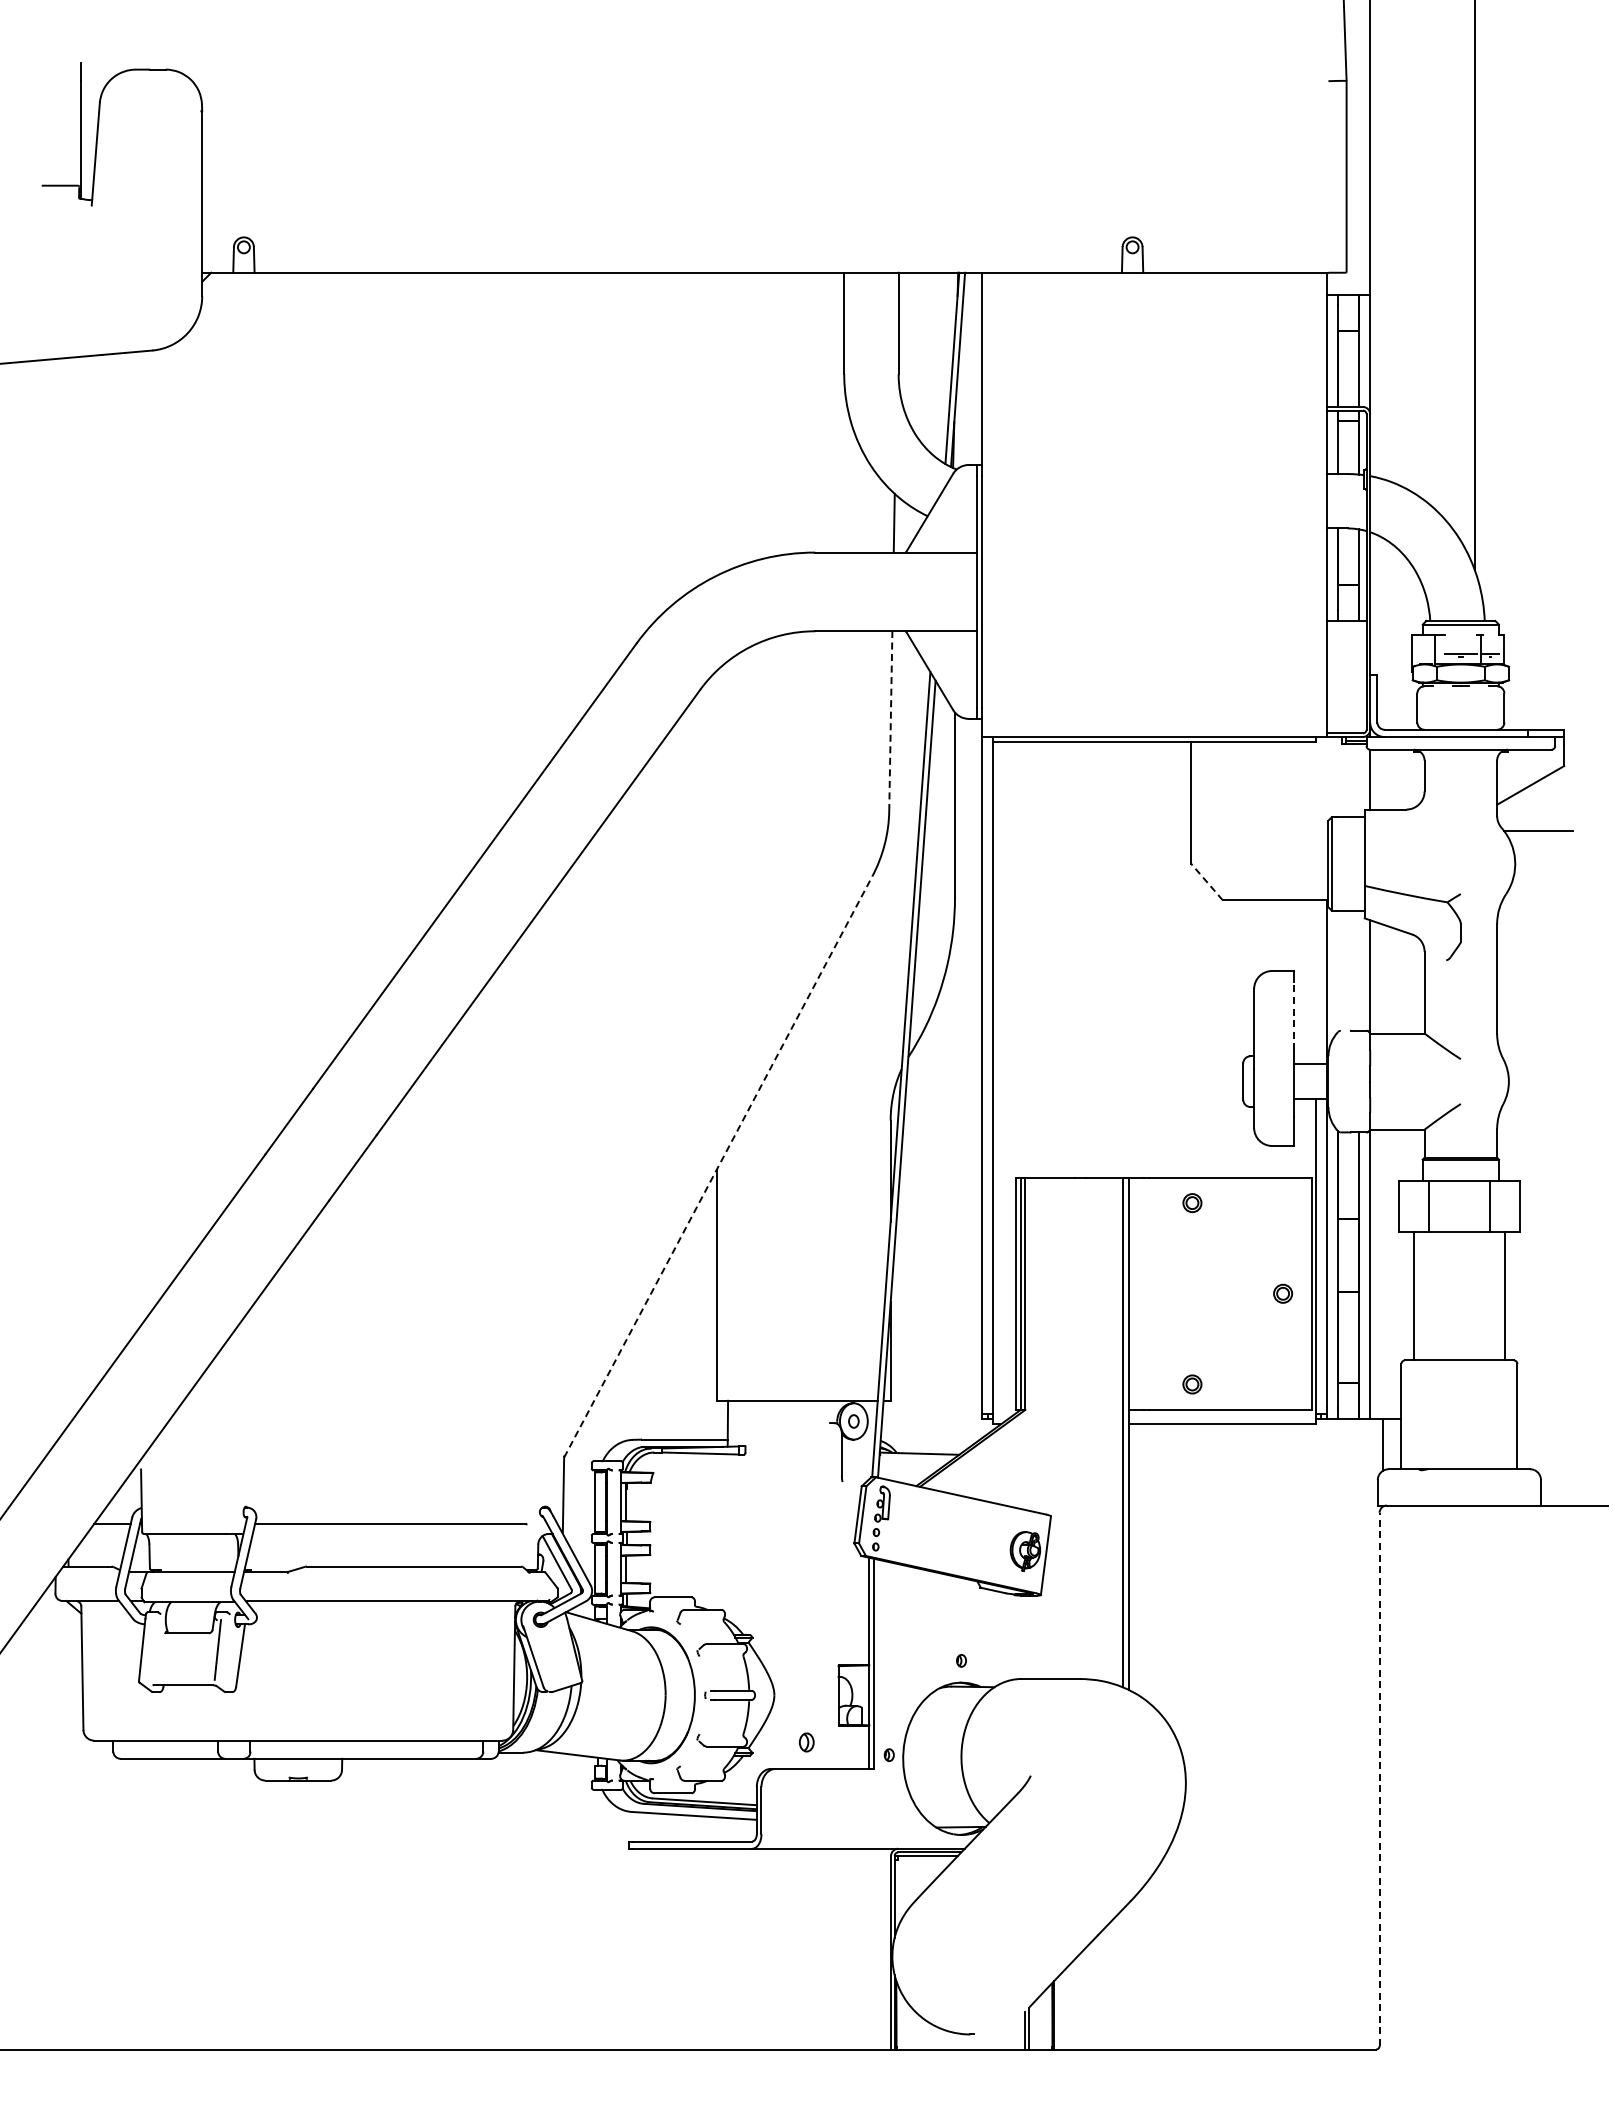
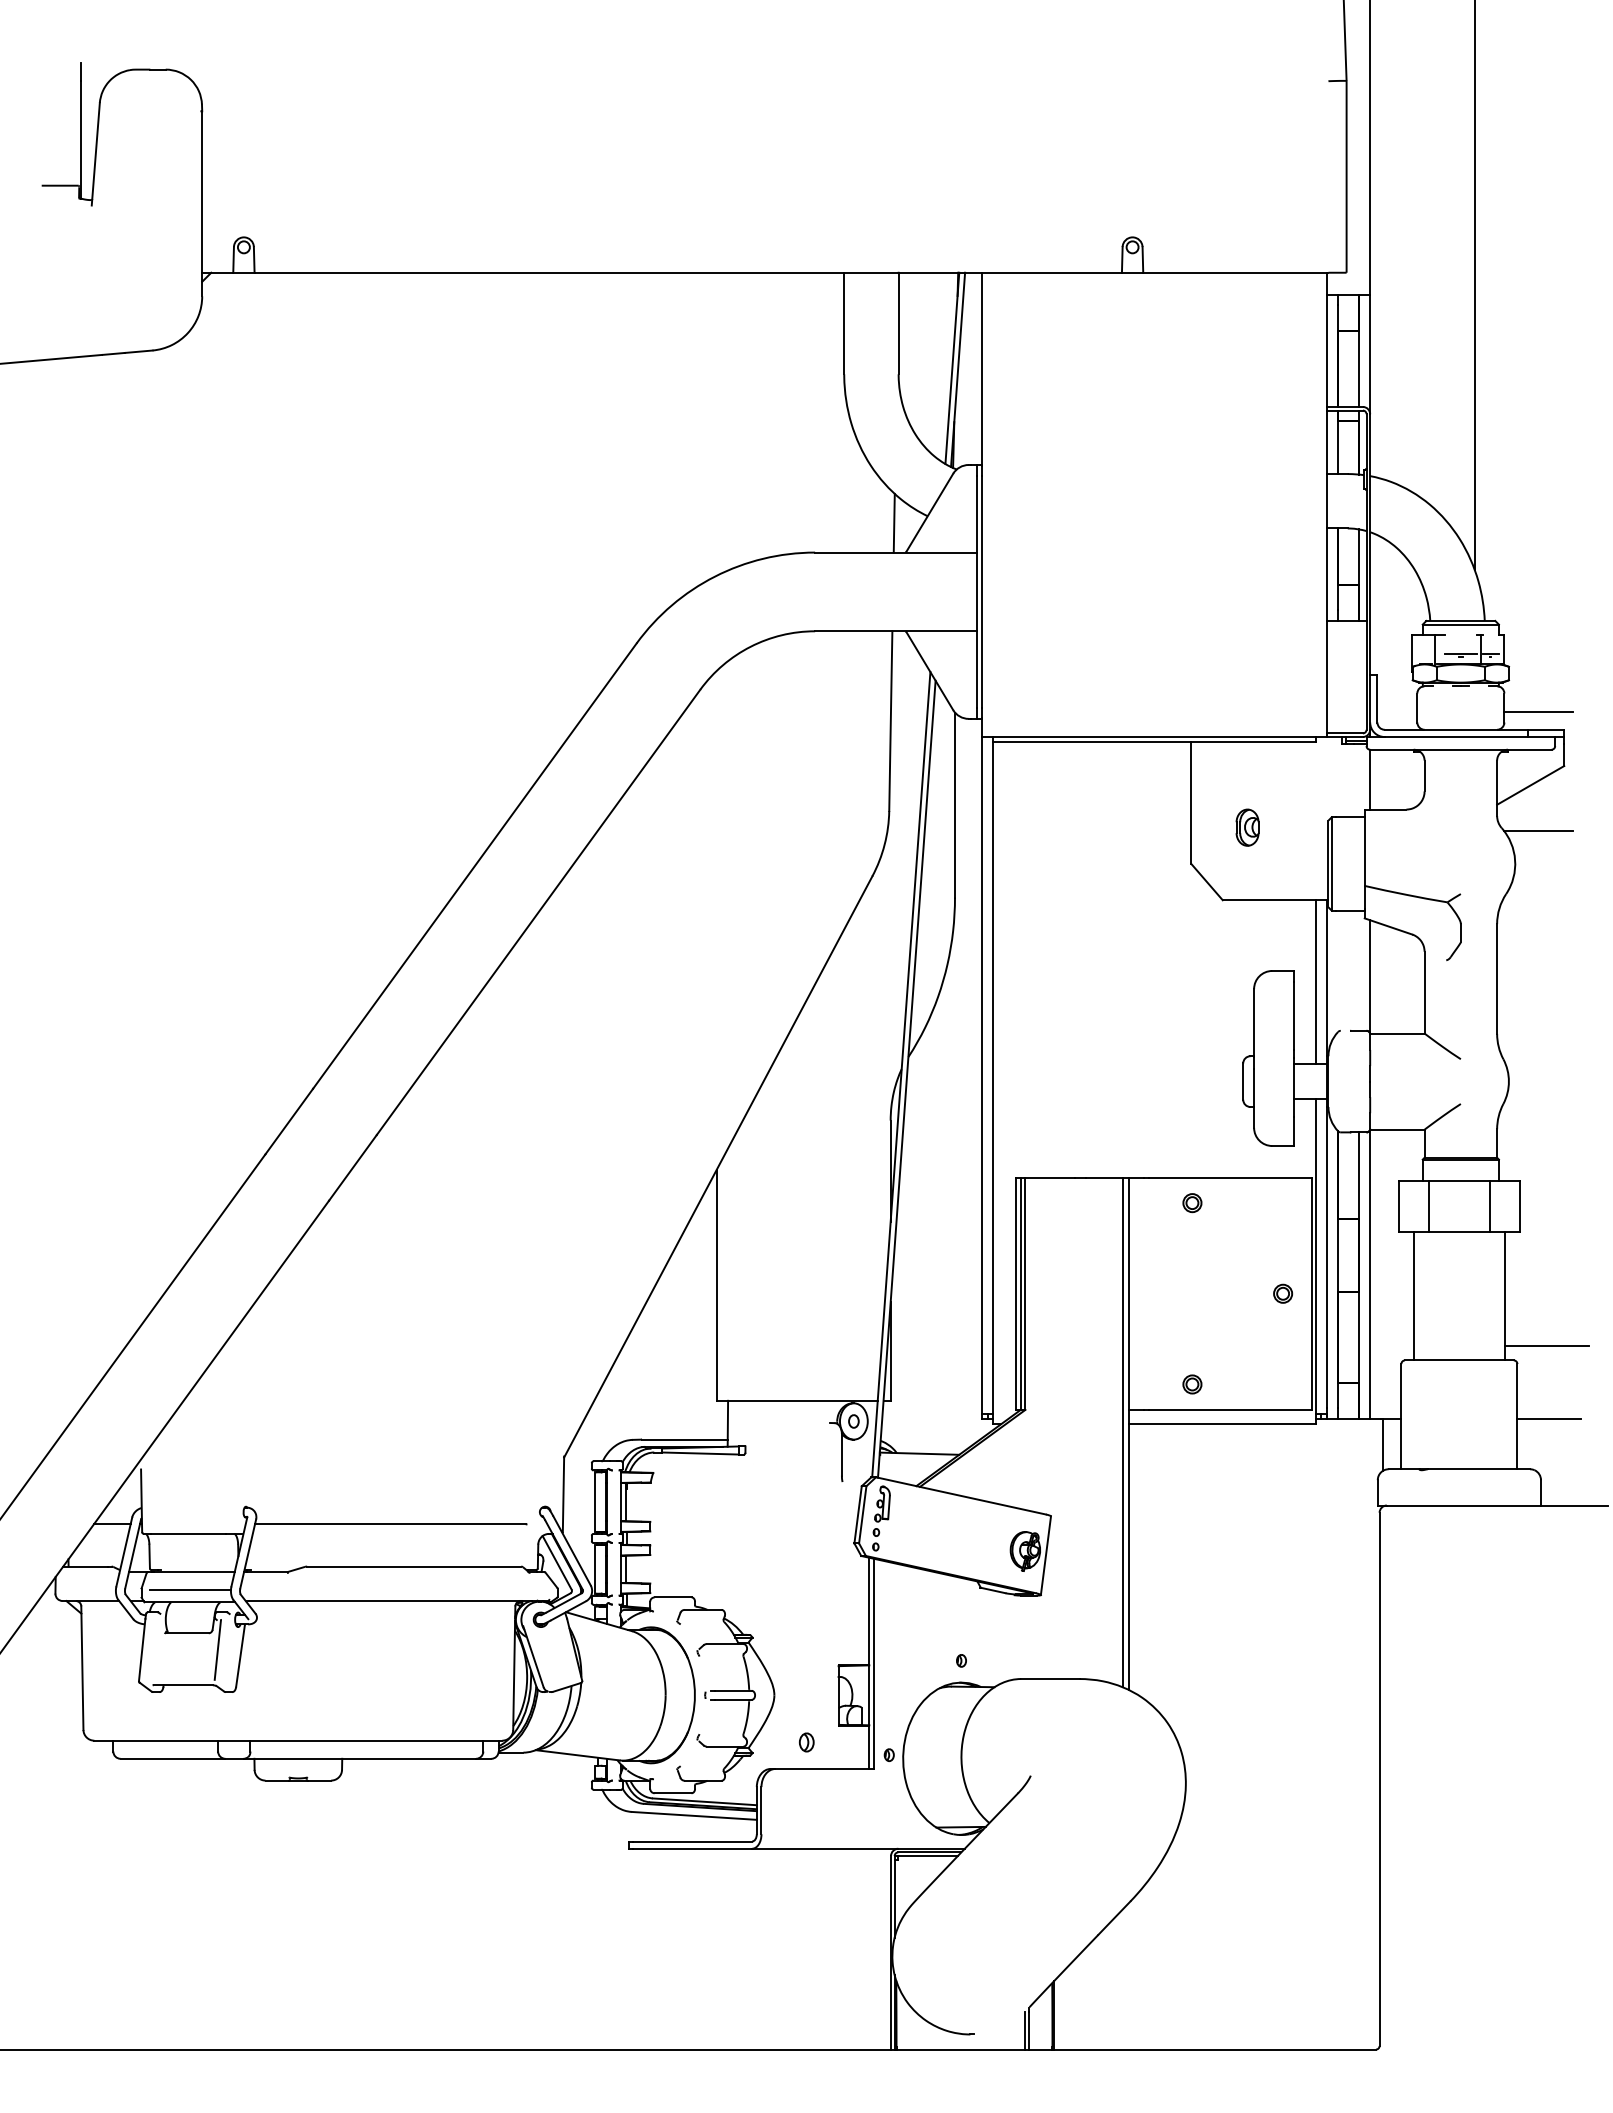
line at (1538, 711): none -> present
line at (890, 721): dashed -> solid
part at (1247, 827): none -> present
line at (1207, 882): dashed -> solid
line at (1315, 982): none -> present
line at (1294, 1015): dashed -> solid
line at (718, 1166): dashed -> solid
line at (1546, 1346): none -> present
line at (1548, 1418): none -> present
line at (189, 1590): none -> present
line at (1379, 1779): dashed -> solid
